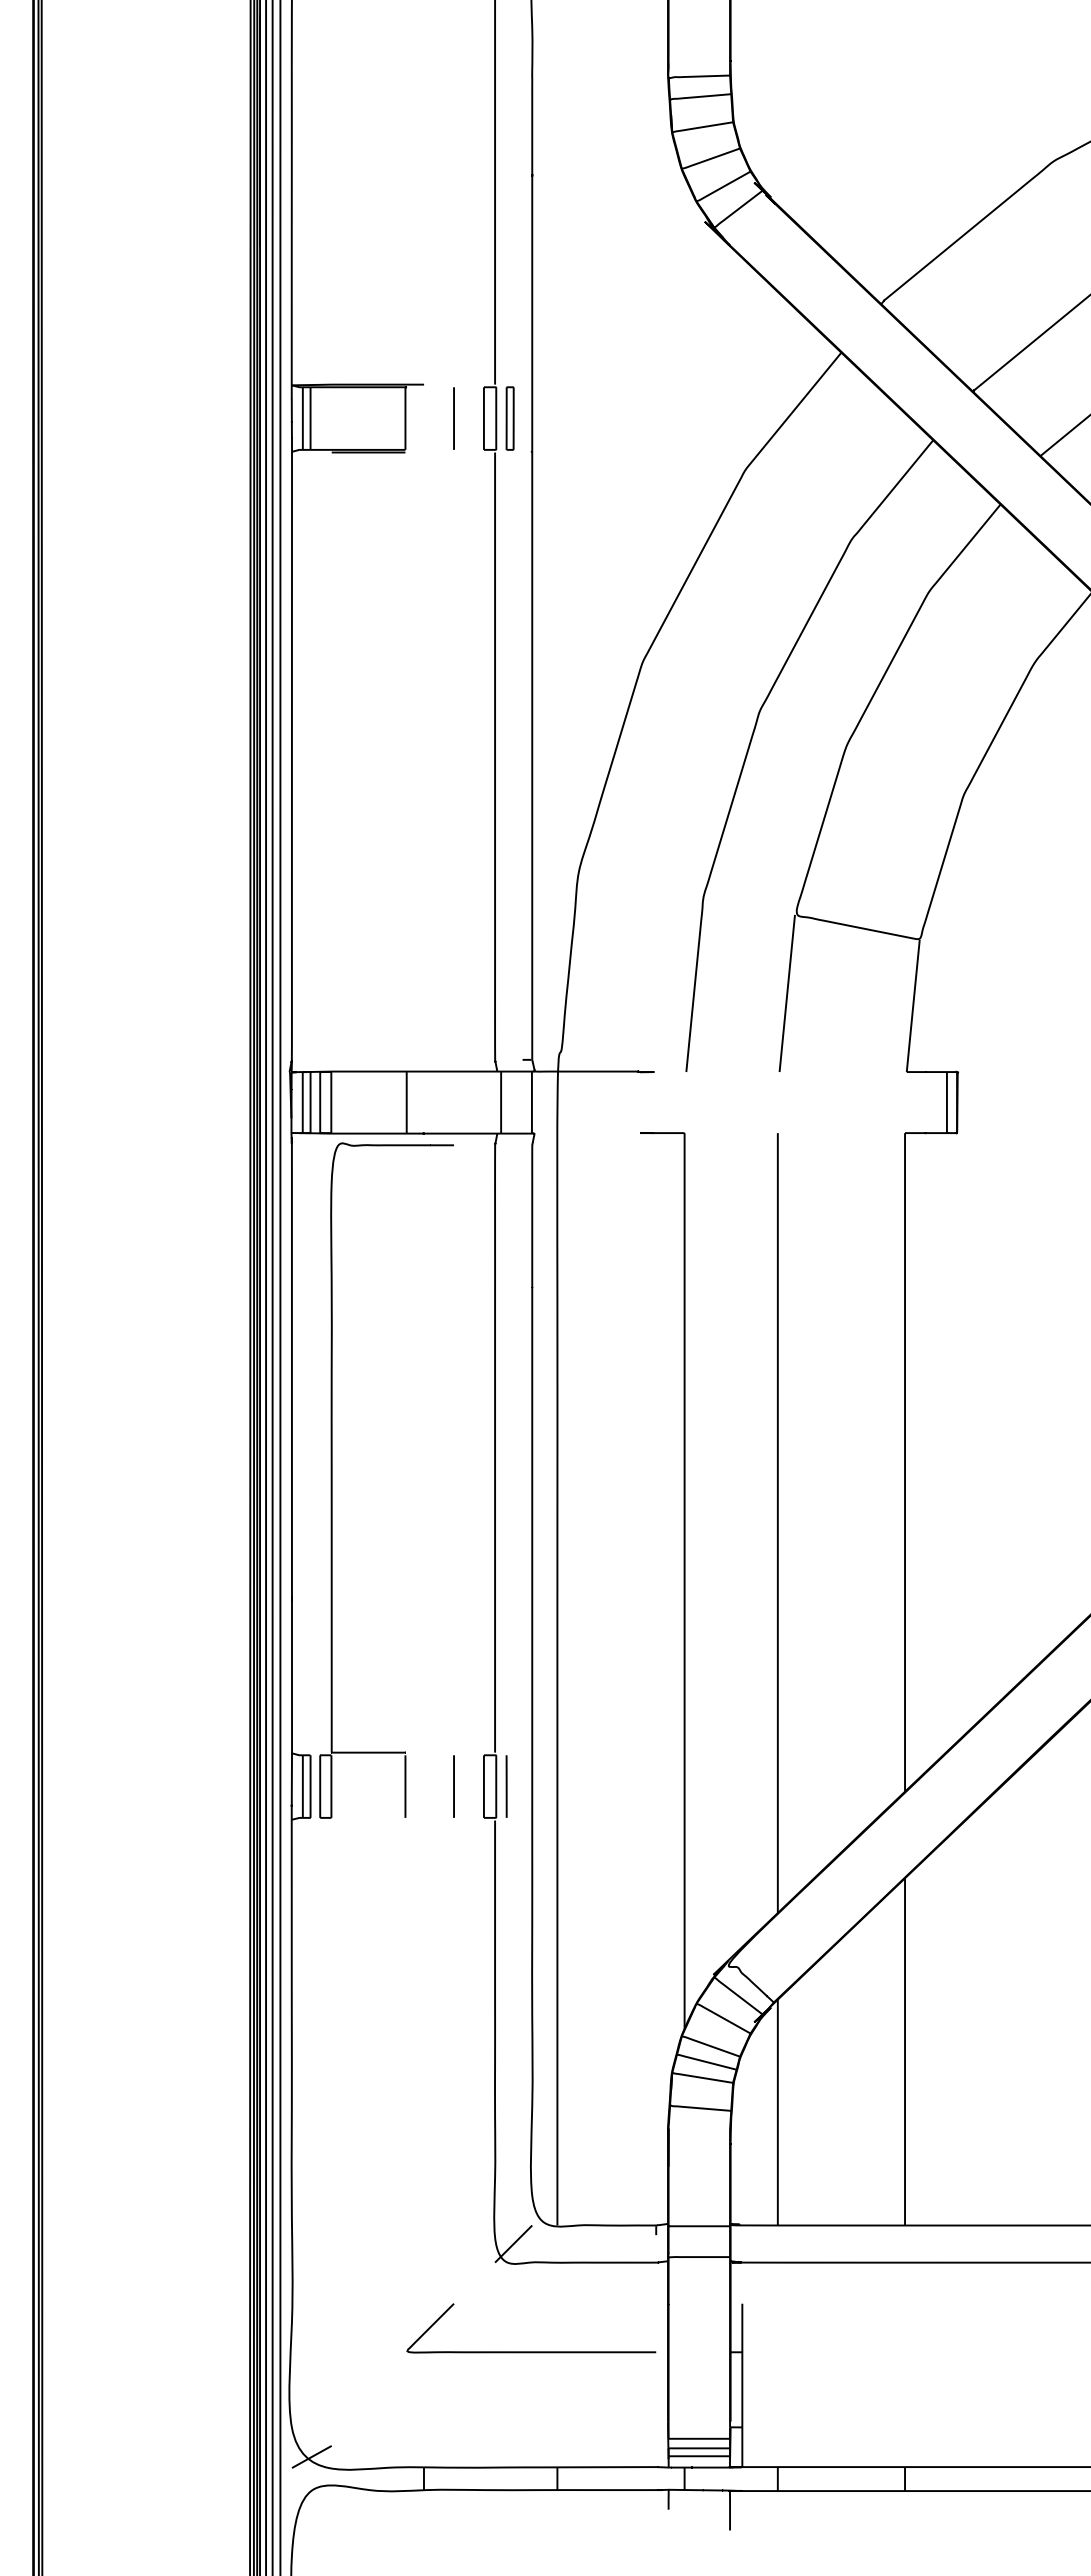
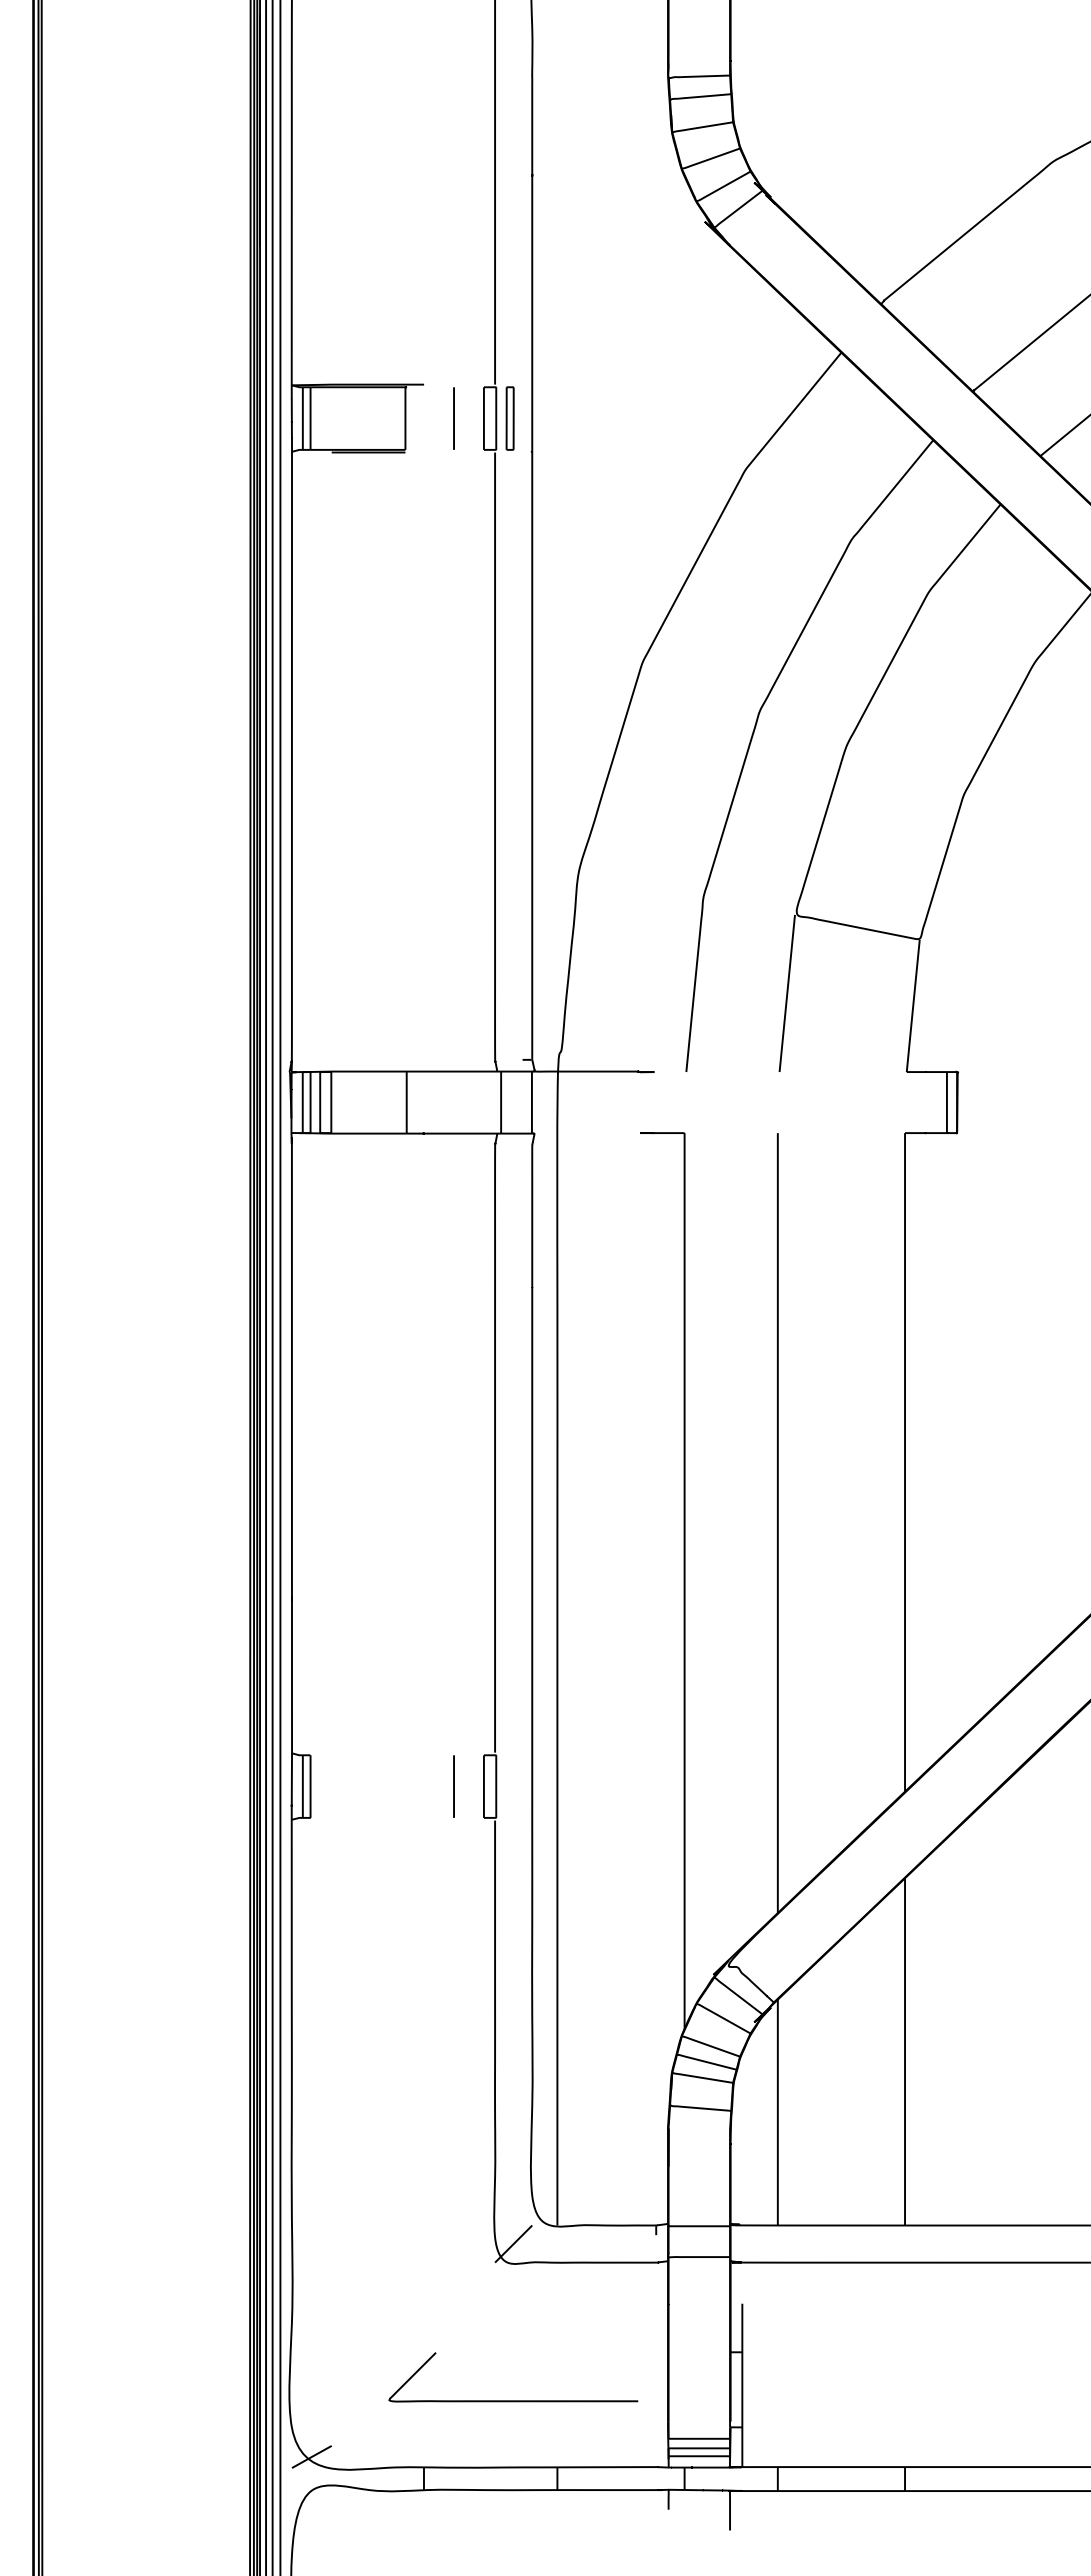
part at (332, 1480): present -> none
line at (506, 1786): present -> none
curve at (531, 2351) position: (531, 2351) -> (513, 2400)
